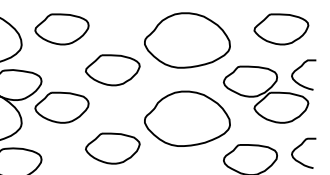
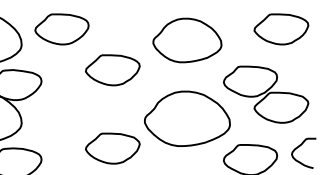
part at (187, 40) size: 87x57 px -> 71x47 px
curve at (300, 68): present -> none
part at (61, 107): present -> none
